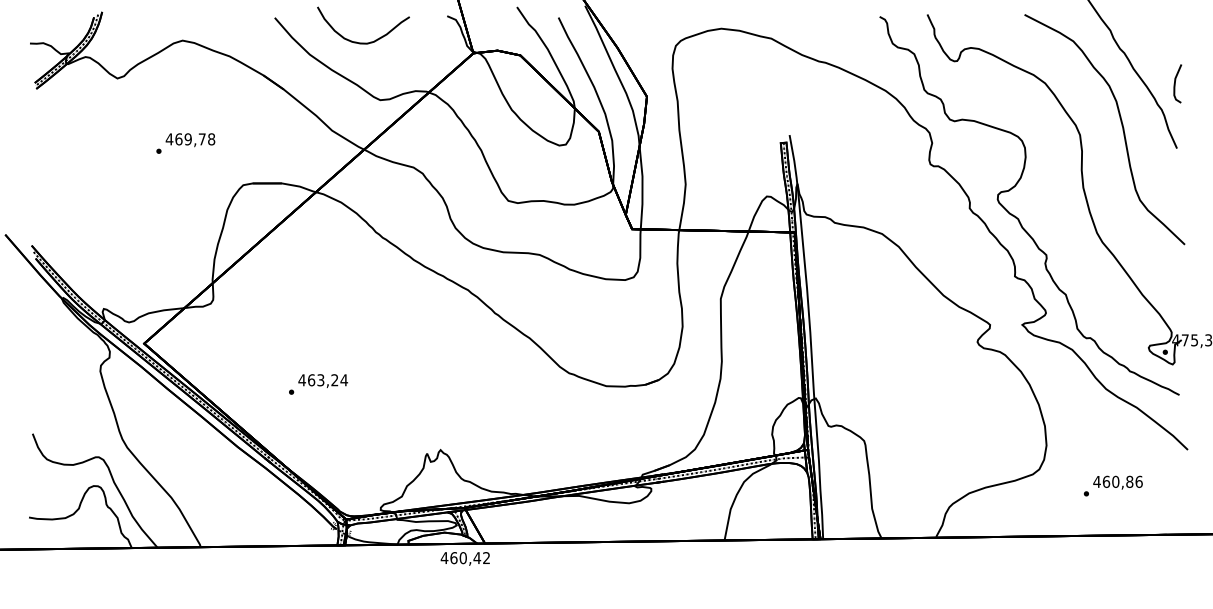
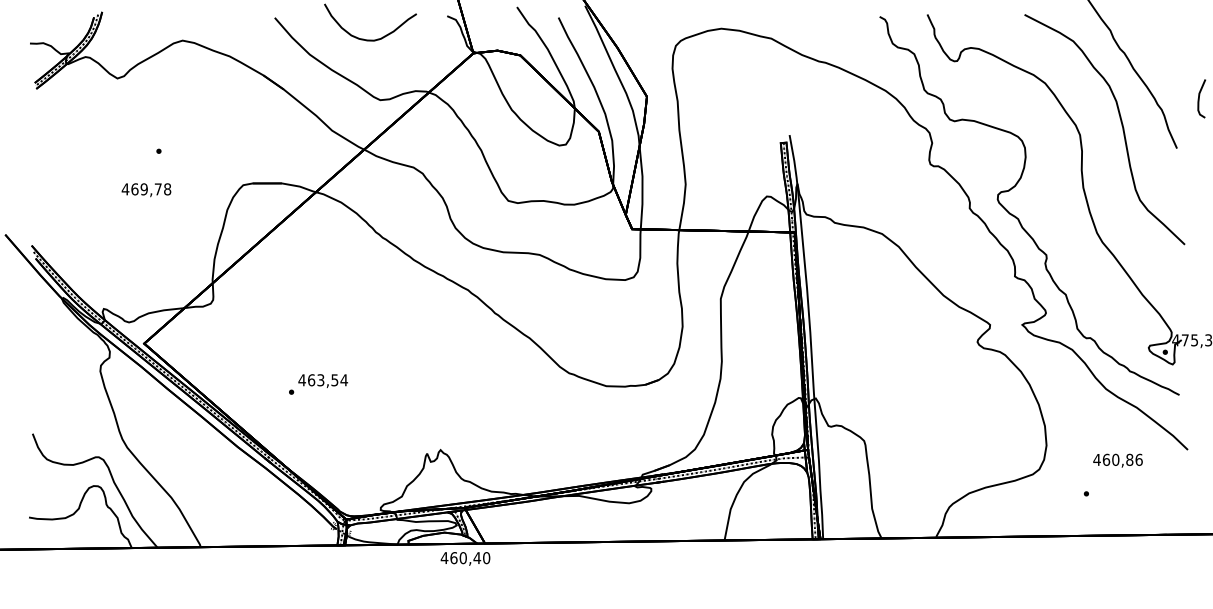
curve at (363, 42) position: (363, 42) -> (370, 39)
curve at (1175, 83) position: (1175, 83) -> (1199, 98)
text at (190, 140) position: (190, 140) -> (146, 190)
text at (334, 380): 463,24 -> 463,54
text at (1117, 482) position: (1117, 482) -> (1117, 460)
text at (486, 558): 460,42 -> 460,40
